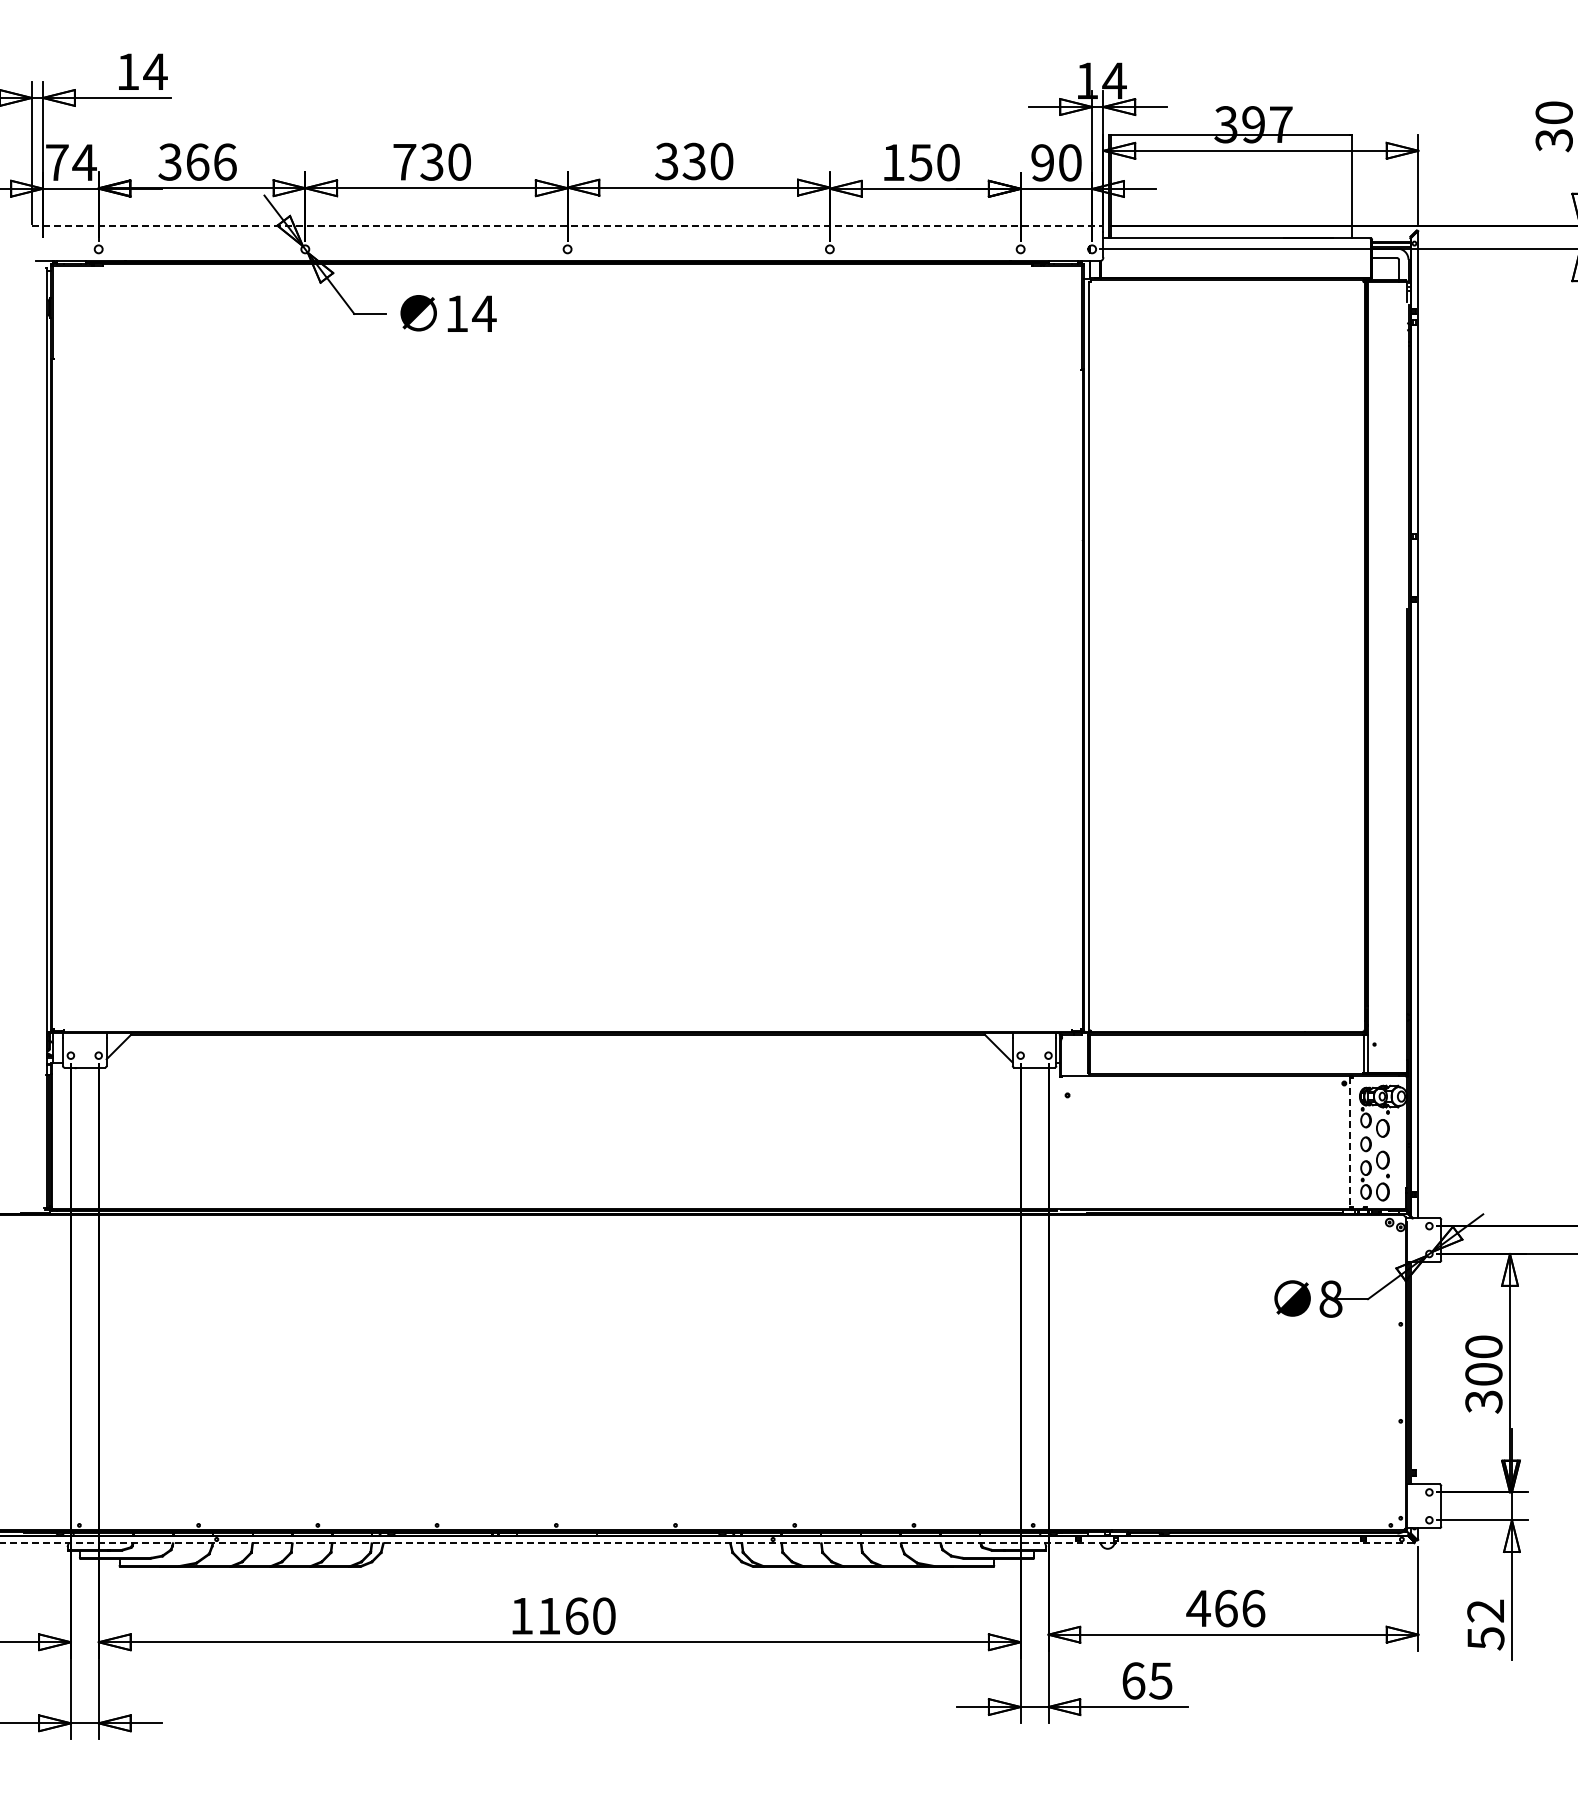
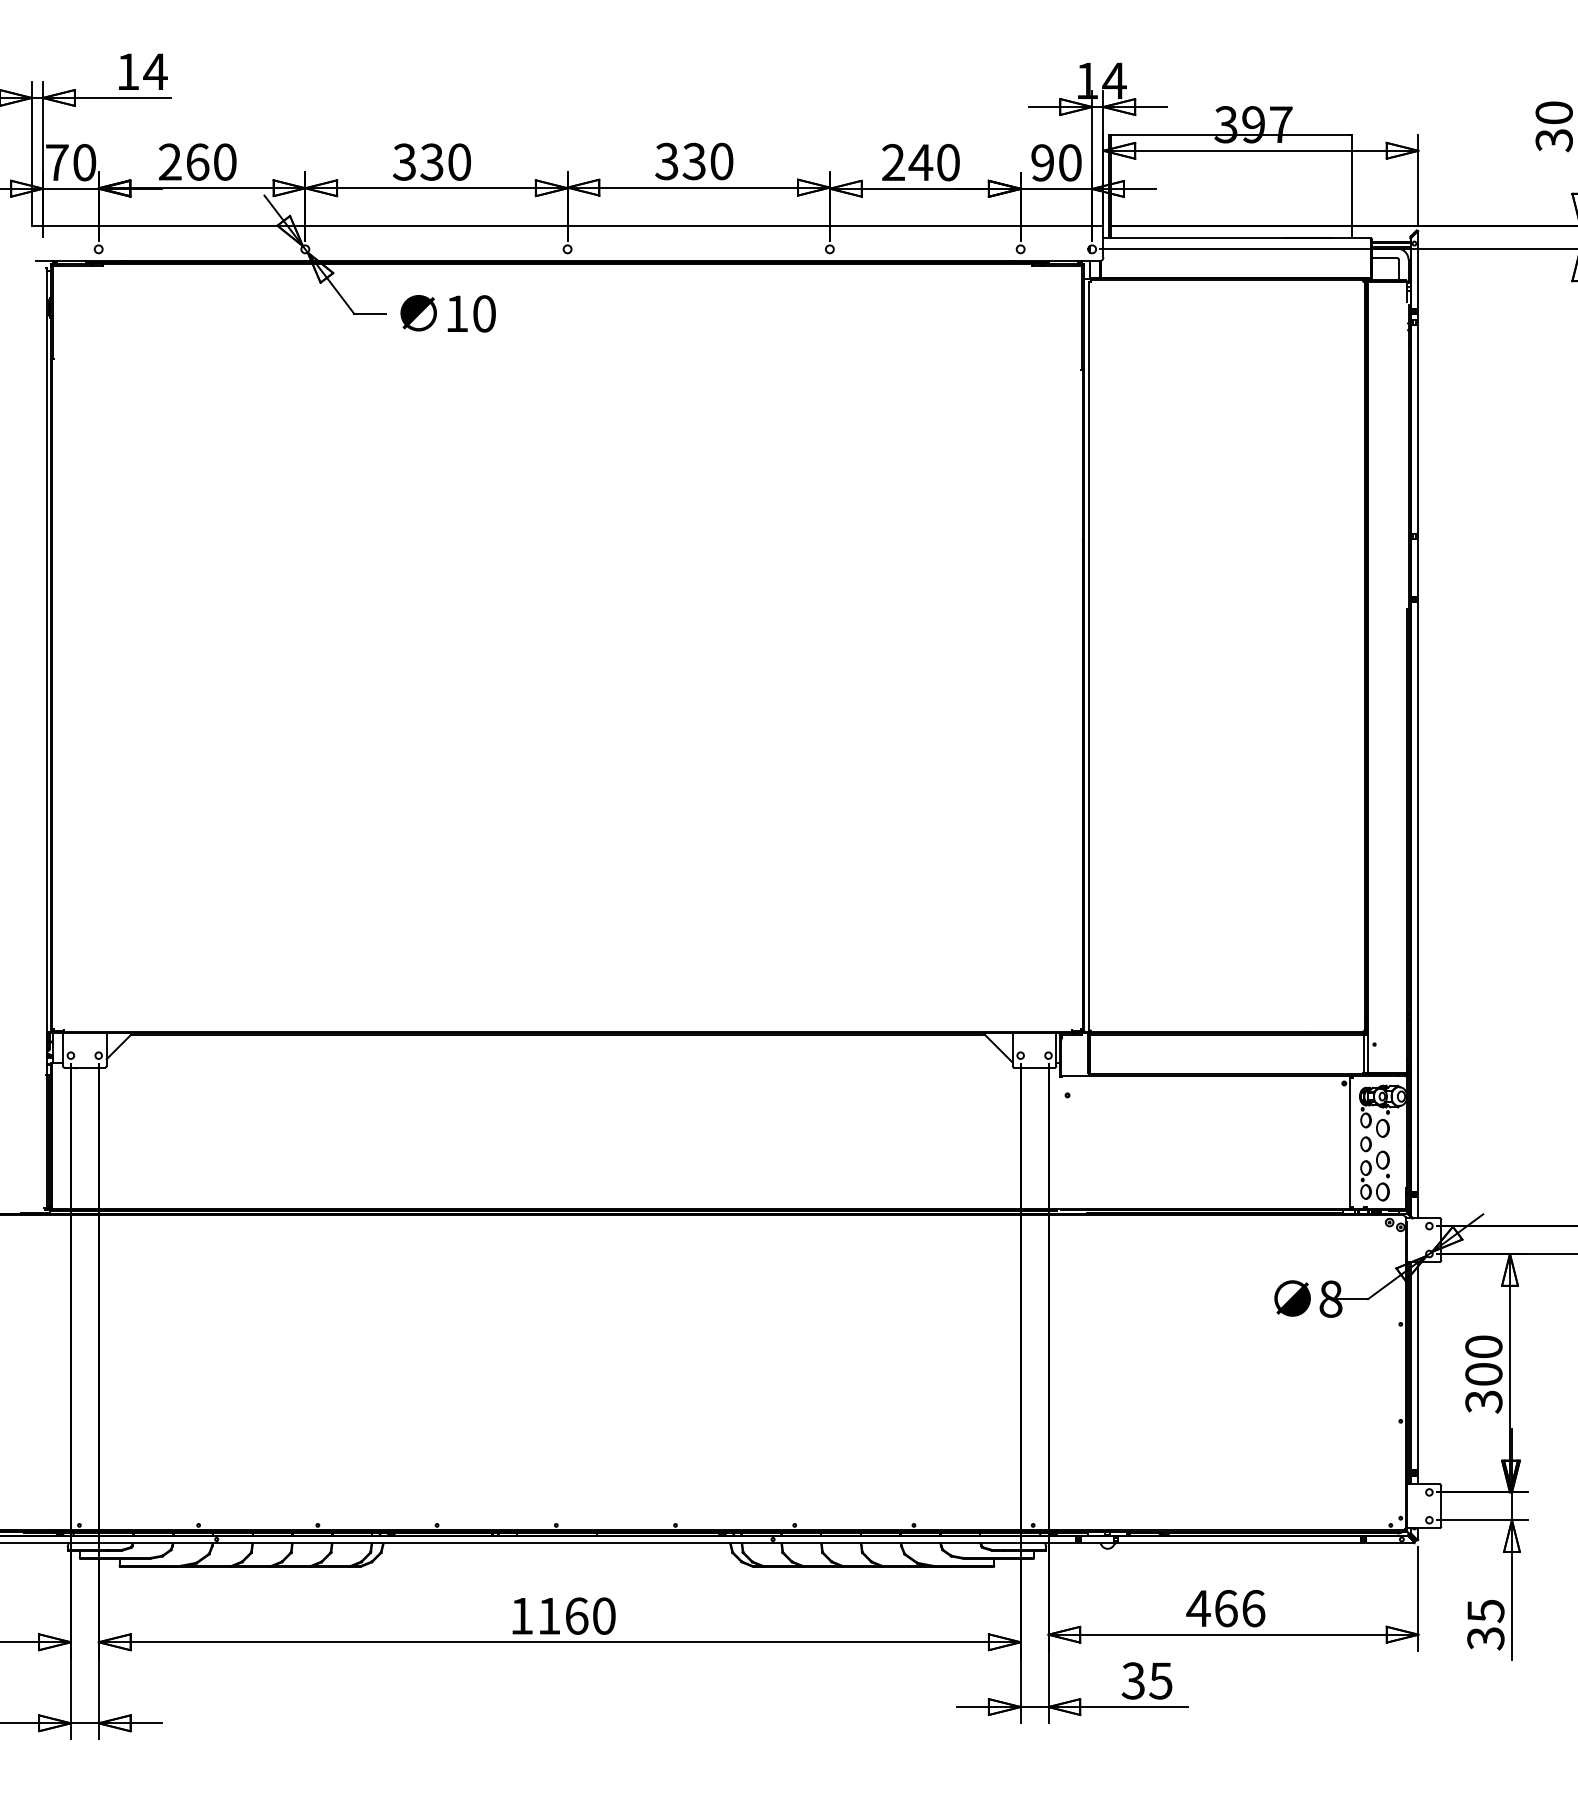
text at (197, 161): 366 -> 260
text at (404, 161): 730 -> 330
text at (84, 162): 74 -> 70
text at (907, 162): 150 -> 240
line at (567, 225): dashed -> solid
text at (484, 313): 14 -> 10
line at (1350, 1143): dashed -> solid
line at (1418, 1372): none -> present
line at (706, 1543): dashed -> solid
text at (1485, 1624): 52 -> 35
text at (1133, 1680): 65 -> 35
